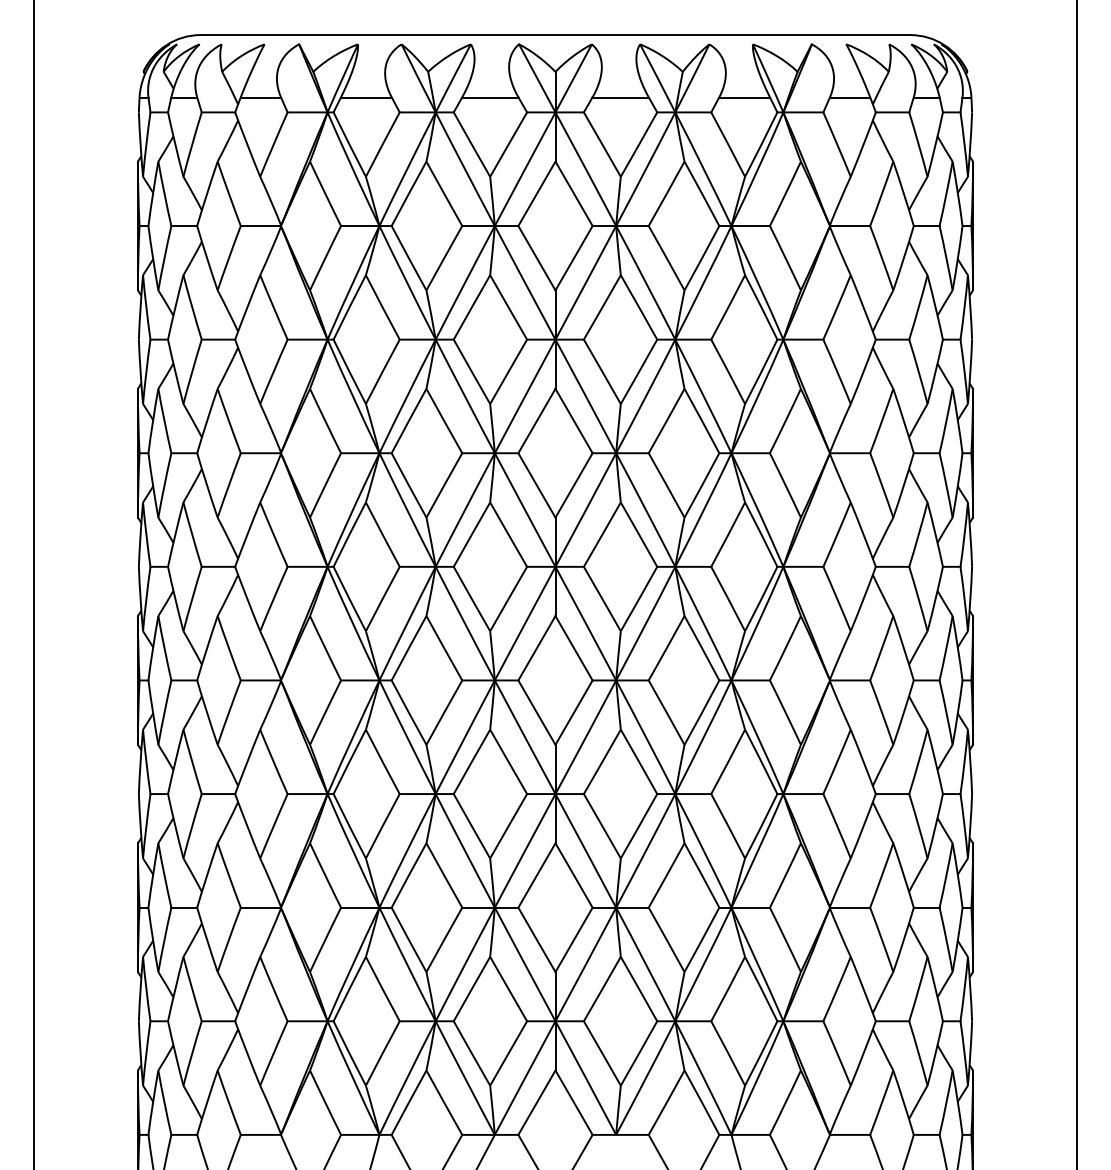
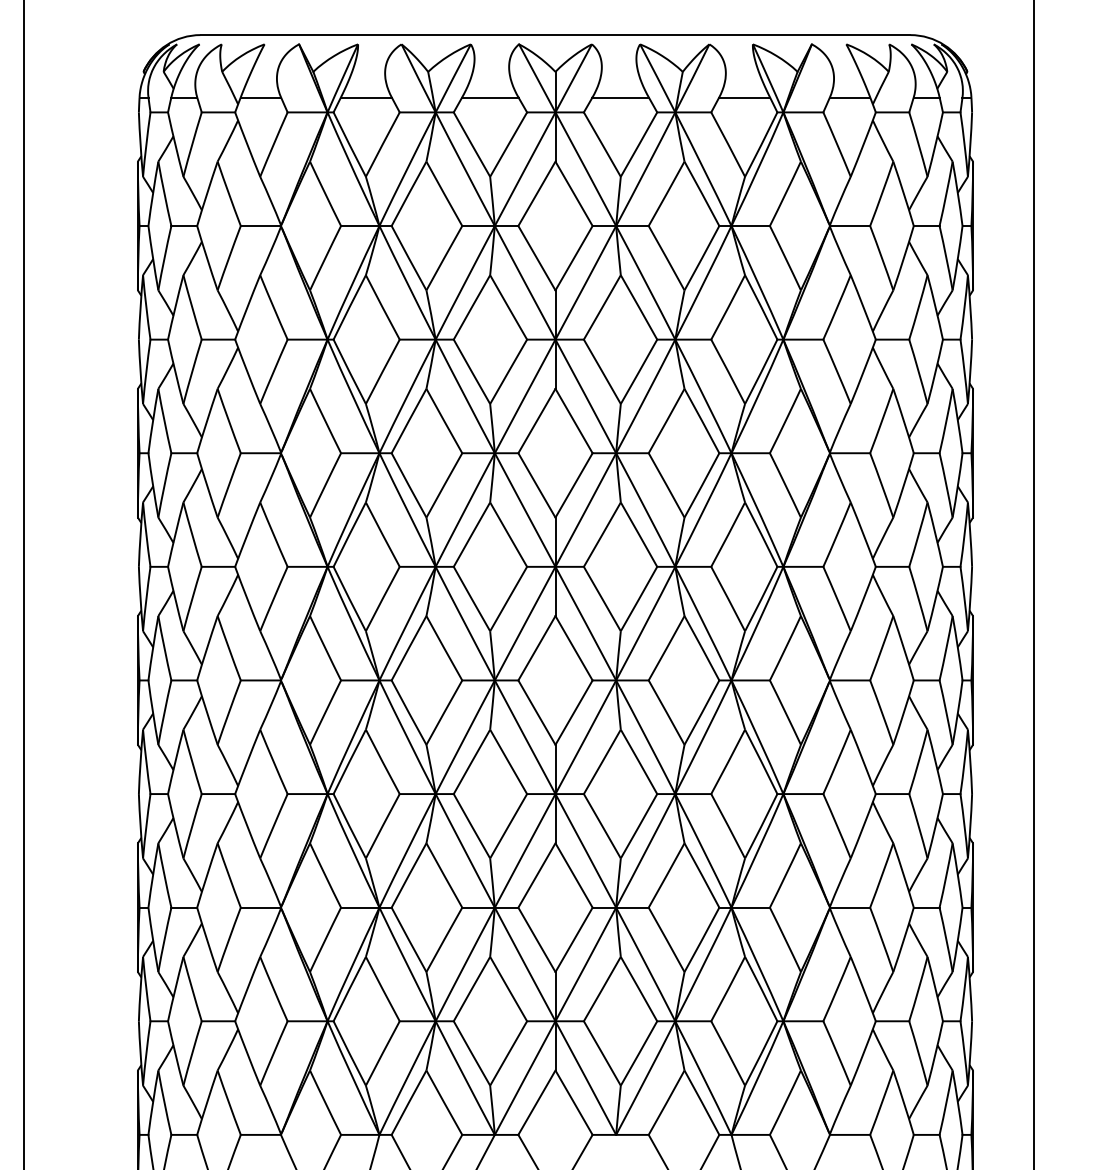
line at (33, 584) position: (33, 584) -> (23, 584)
line at (1077, 584) position: (1077, 584) -> (1034, 584)
